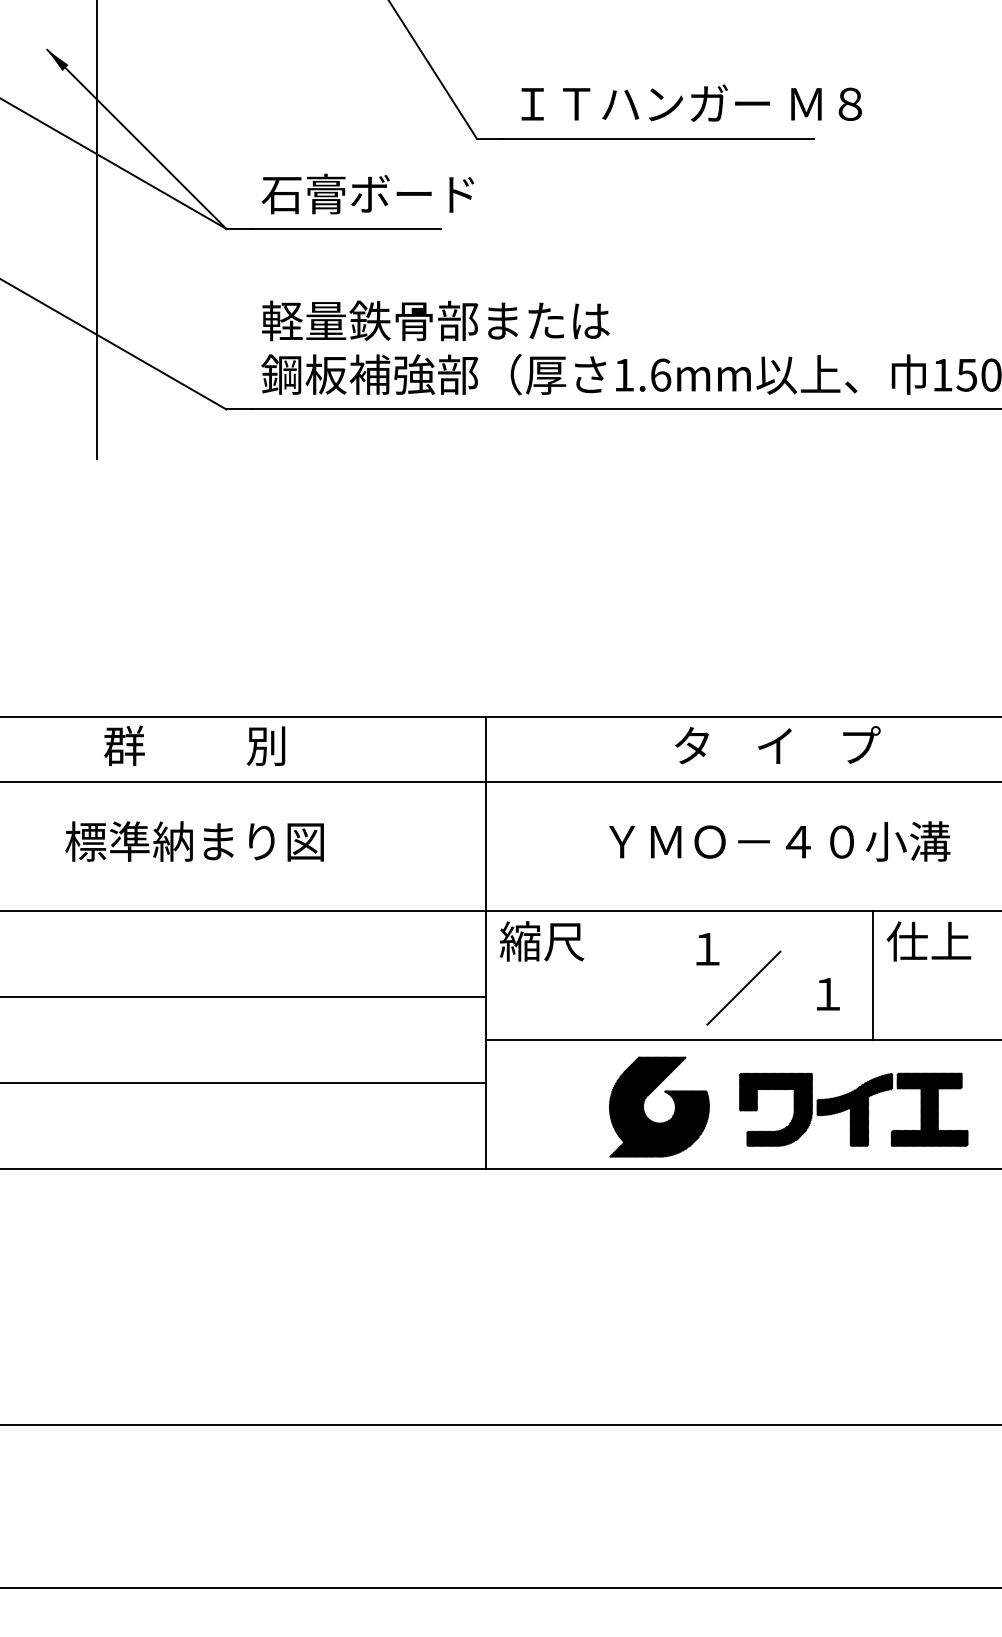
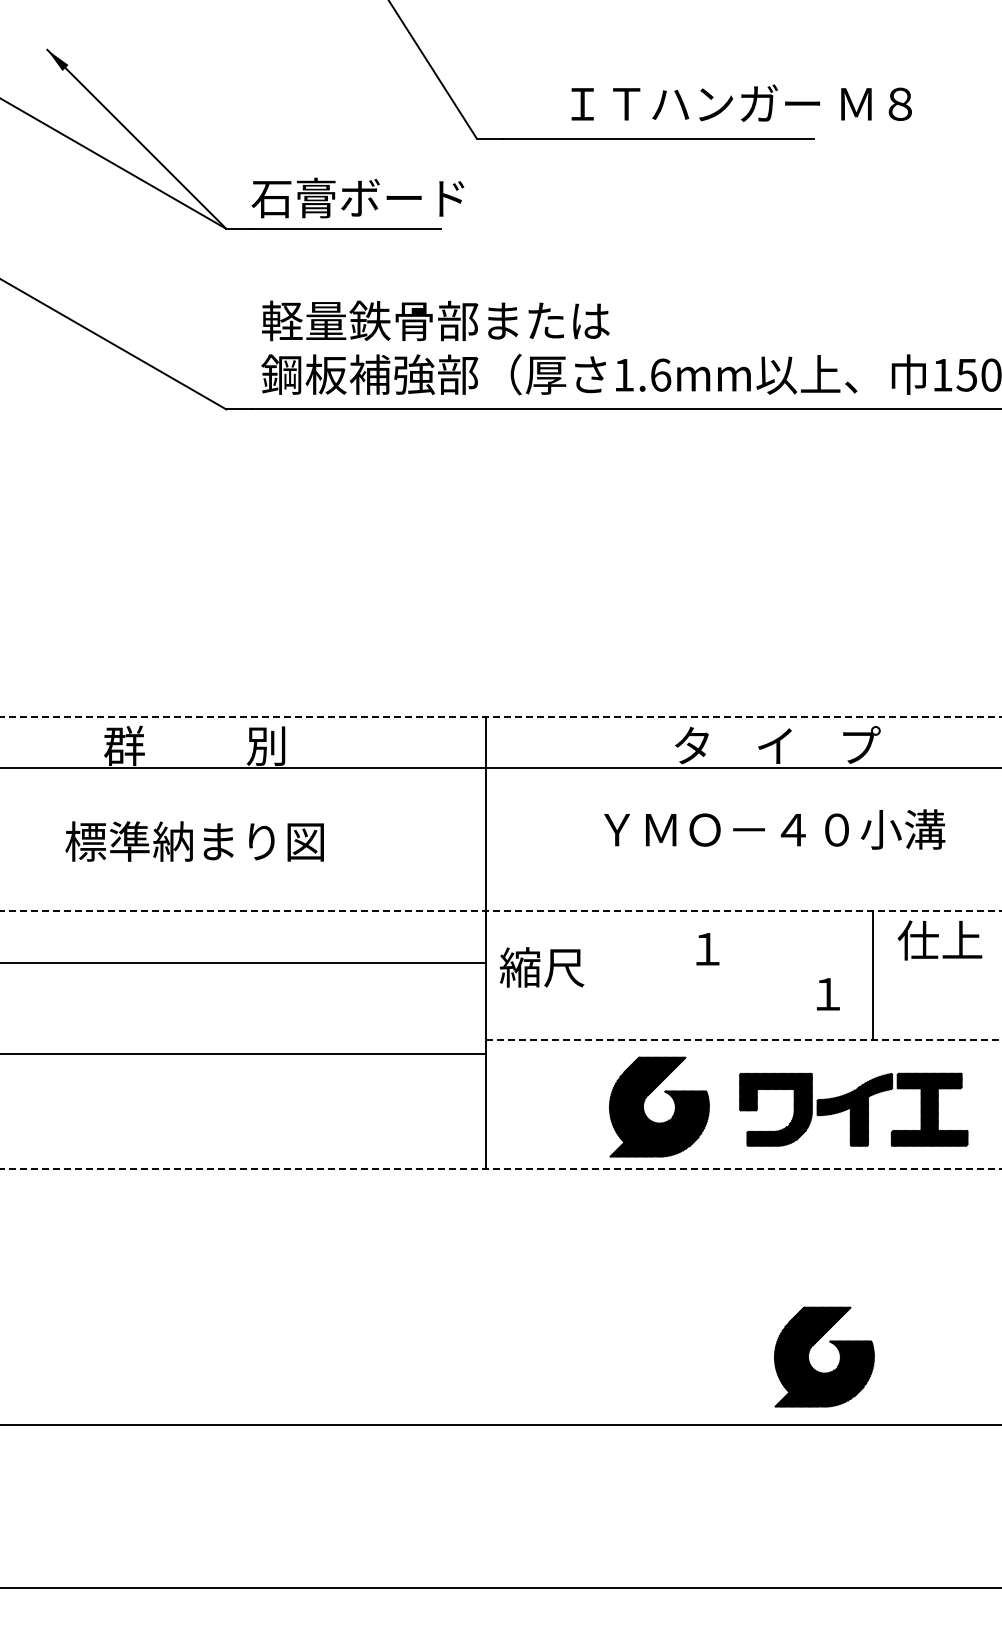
text at (691, 102) position: (691, 102) -> (741, 102)
text at (367, 193) position: (367, 193) -> (357, 197)
line at (97, 230): present -> none
line at (501, 717): solid -> dashed
line at (500, 781) position: (500, 781) -> (500, 767)
text at (779, 841) position: (779, 841) -> (774, 829)
line at (501, 910): solid -> dashed
text at (542, 941) position: (542, 941) -> (542, 967)
text at (928, 941) position: (928, 941) -> (939, 940)
line at (743, 987): present -> none
line at (243, 996) position: (243, 996) -> (243, 962)
line at (743, 1039): solid -> dashed
line at (243, 1082) position: (243, 1082) -> (243, 1053)
line at (501, 1168): solid -> dashed
part at (831, 1343): none -> present
